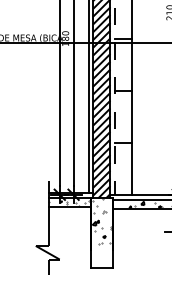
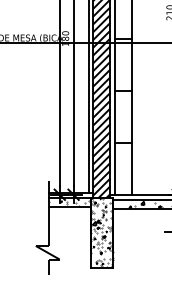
line at (114, 97): dashed -> solid
hatch at (101, 232): none -> present
